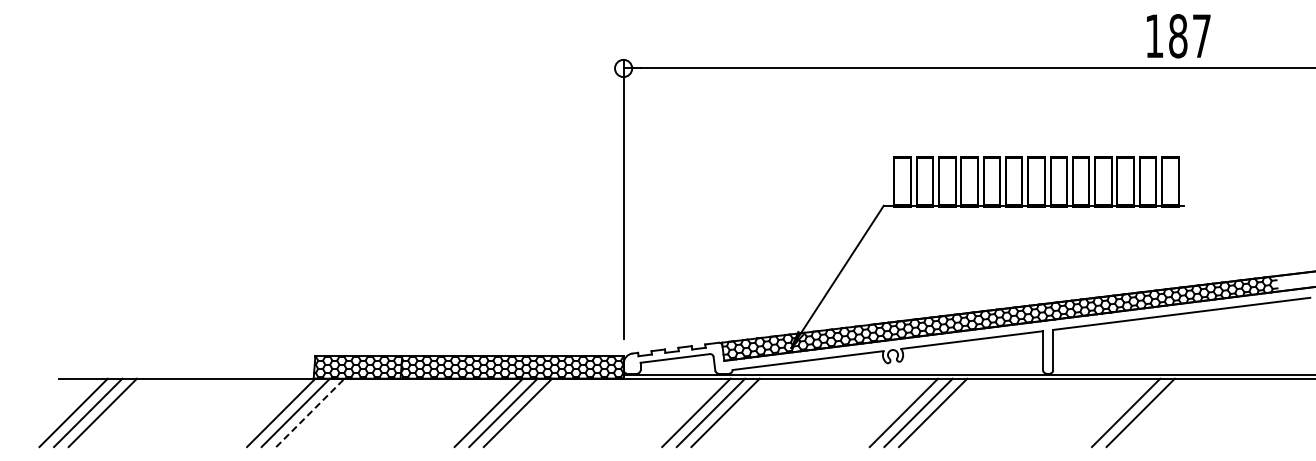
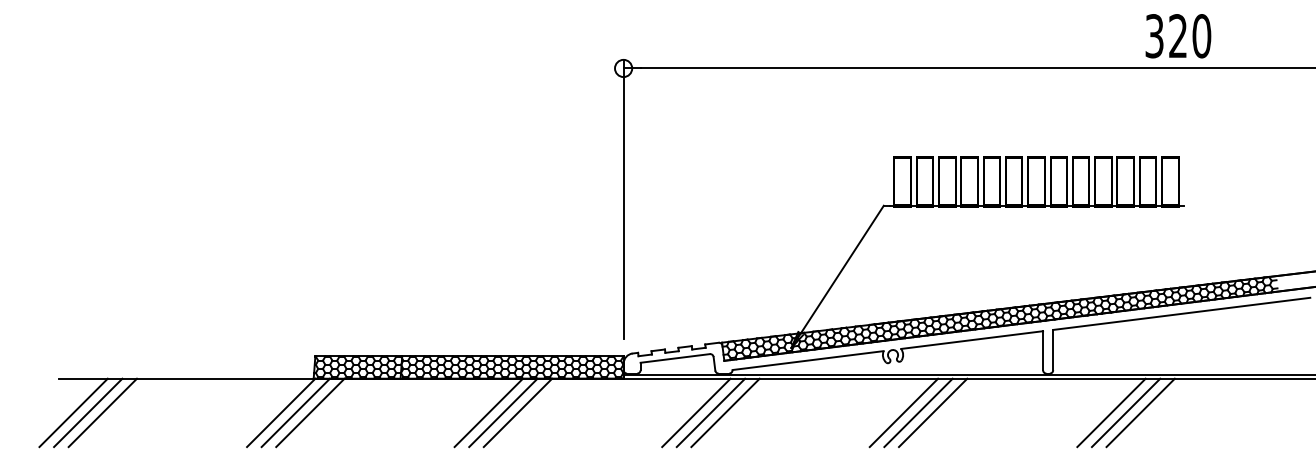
text at (1178, 36): 187 -> 320
line at (310, 412): dashed -> solid
line at (1111, 412): none -> present
